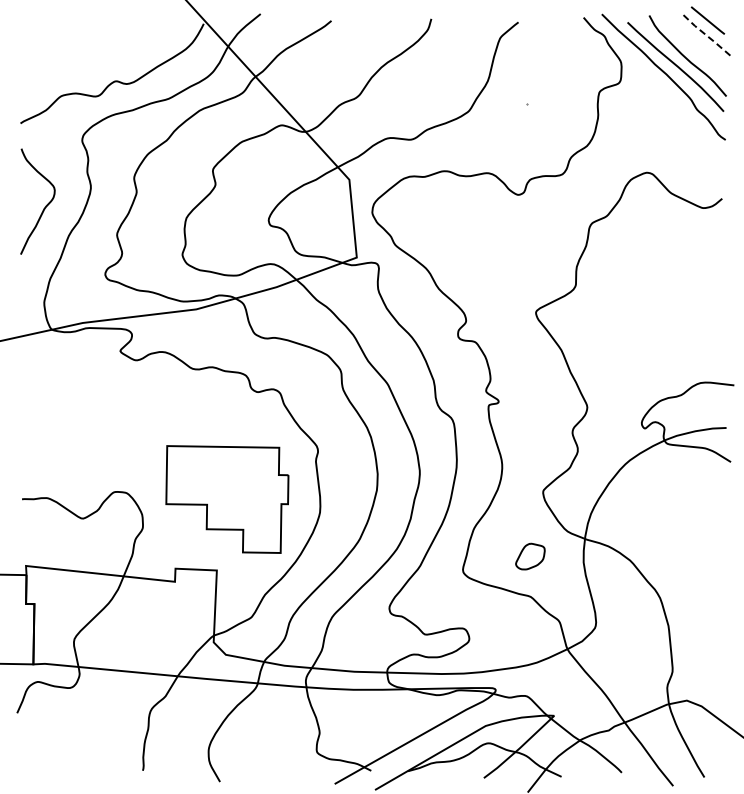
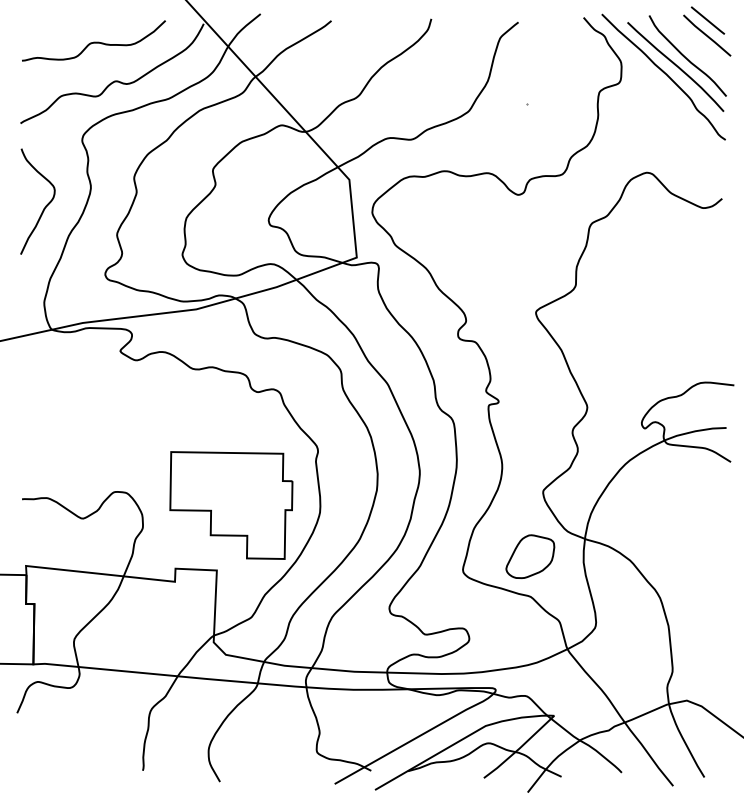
line at (707, 36): dashed -> solid
curve at (93, 41): none -> present
part at (227, 499) position: (227, 499) -> (231, 505)
part at (530, 556) size: 31x29 px -> 51x45 px
